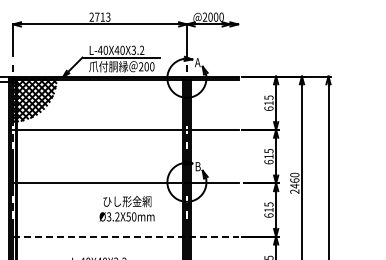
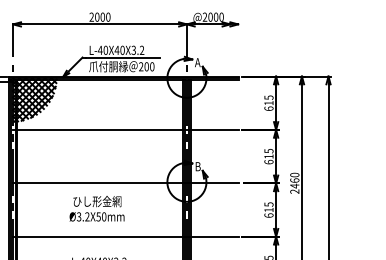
text at (102, 16): 2713 -> 2000
text at (126, 208) position: (126, 208) -> (96, 208)
line at (126, 236): dashed -> solid
